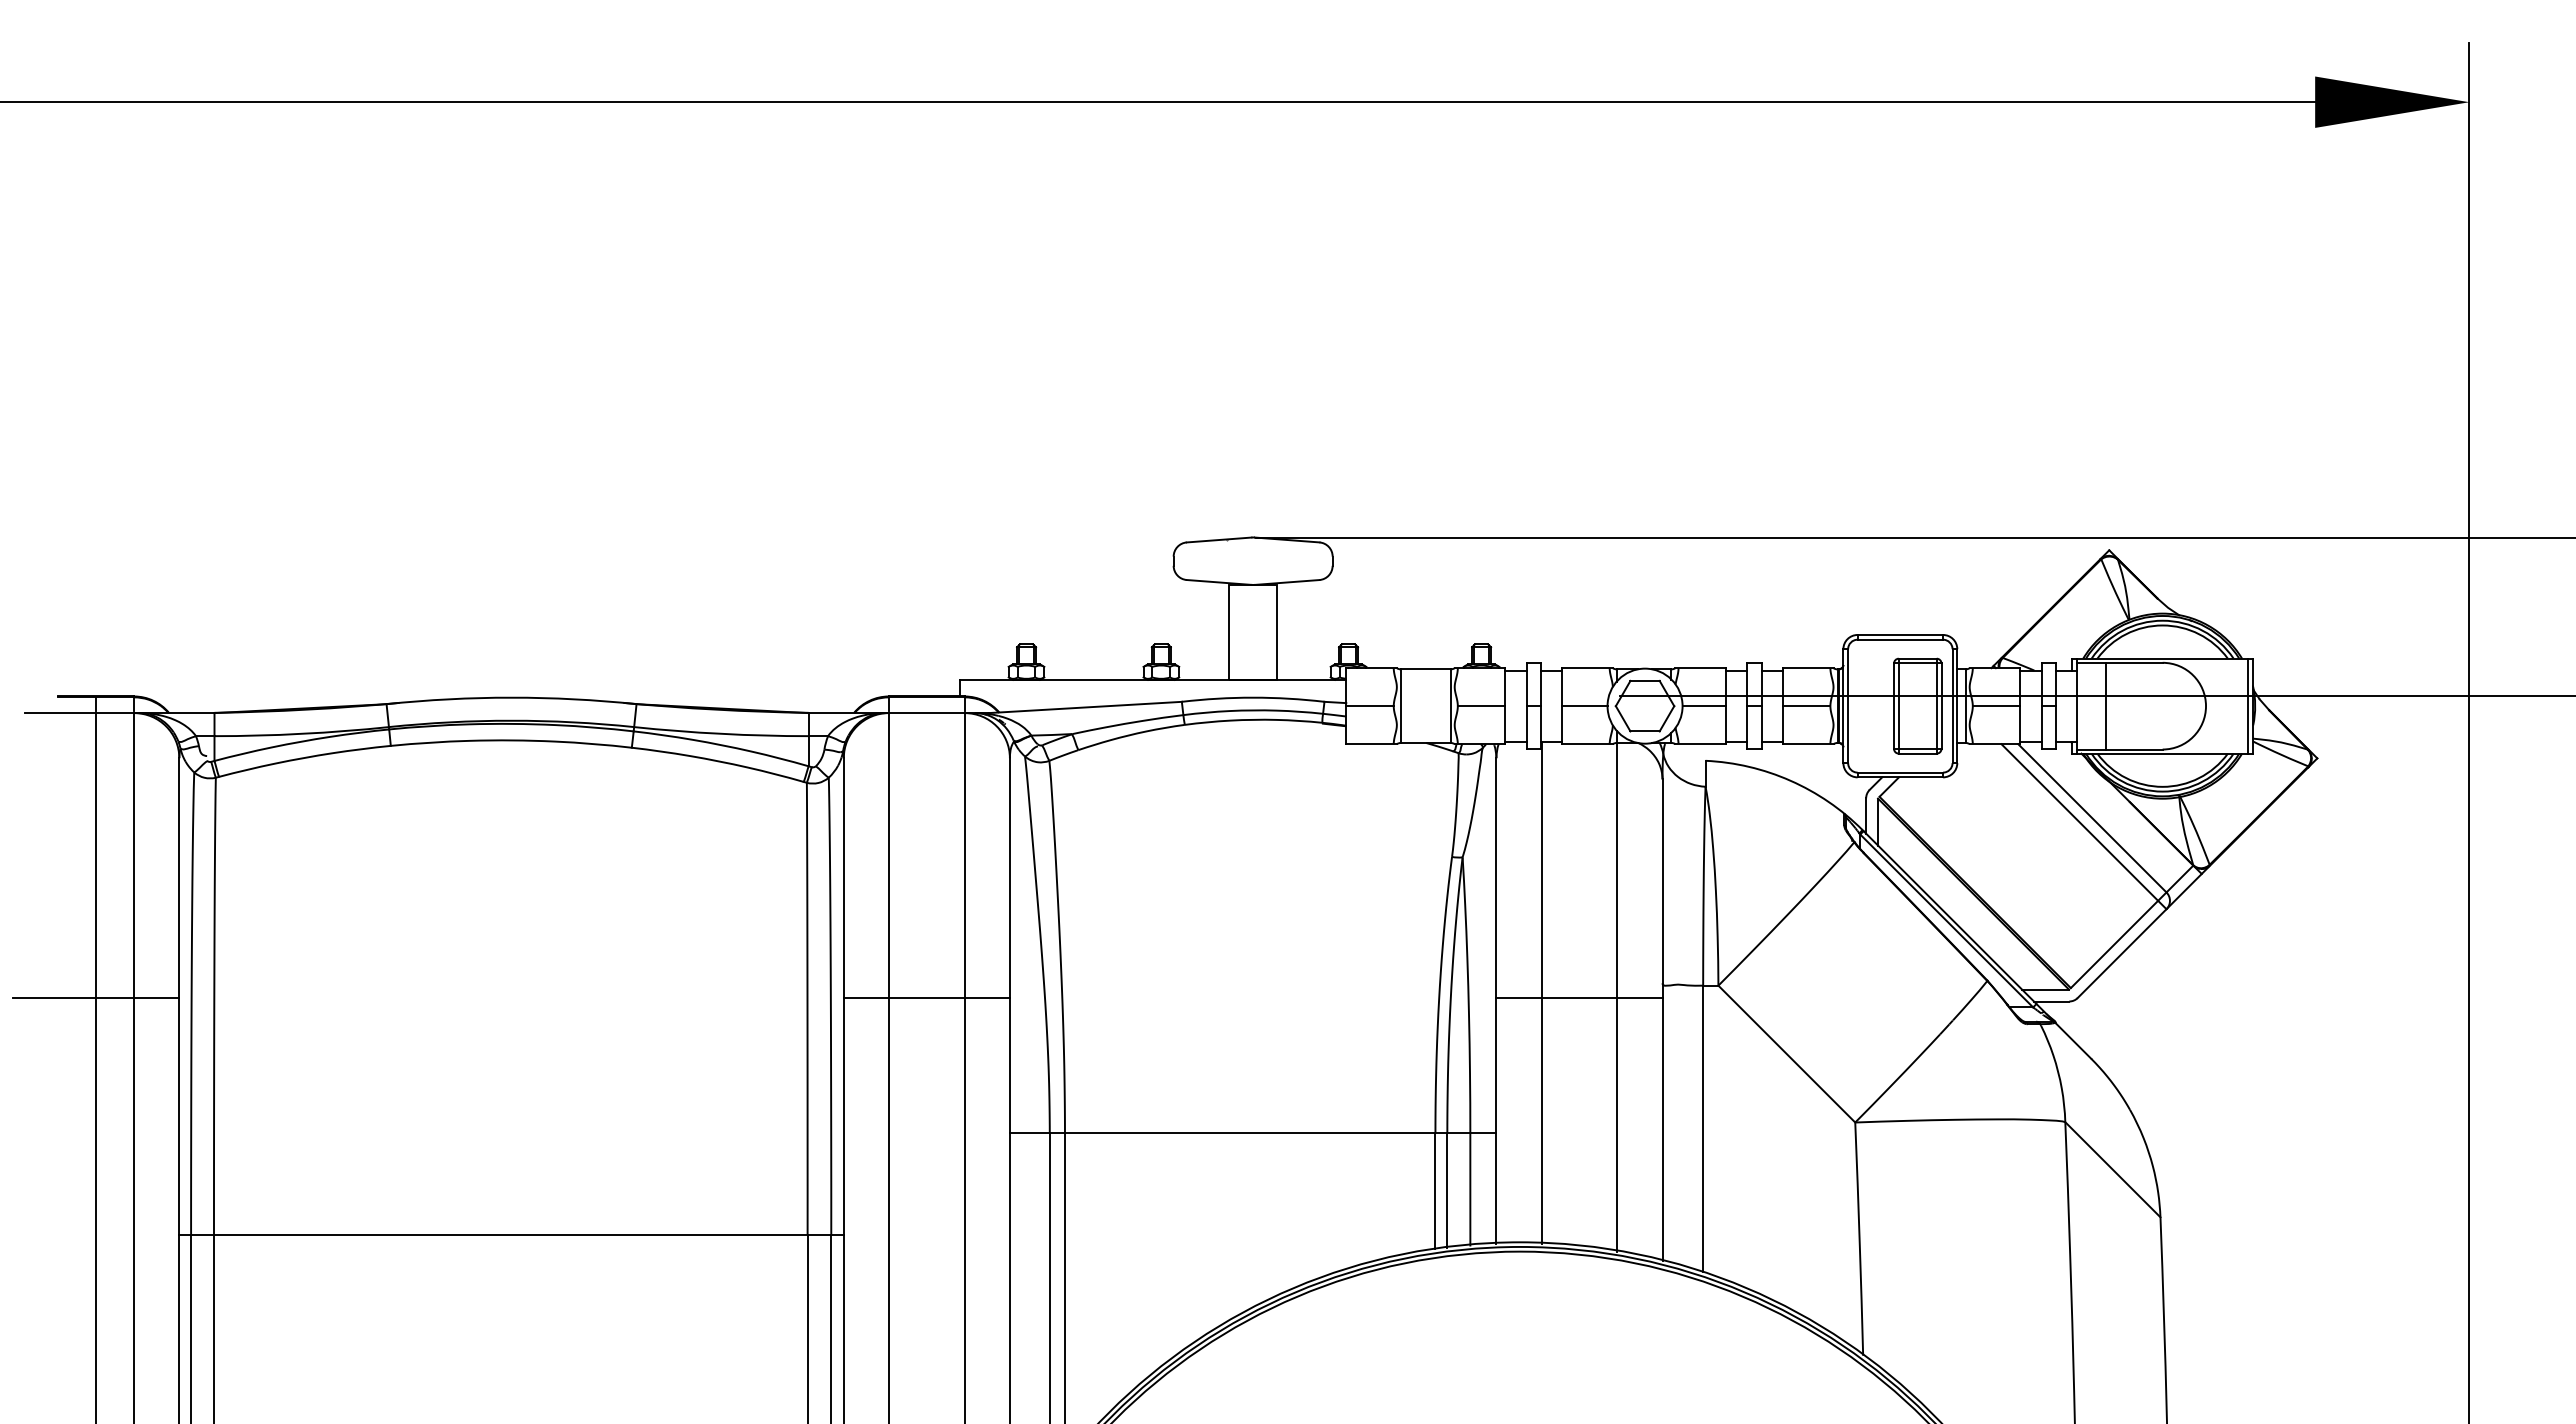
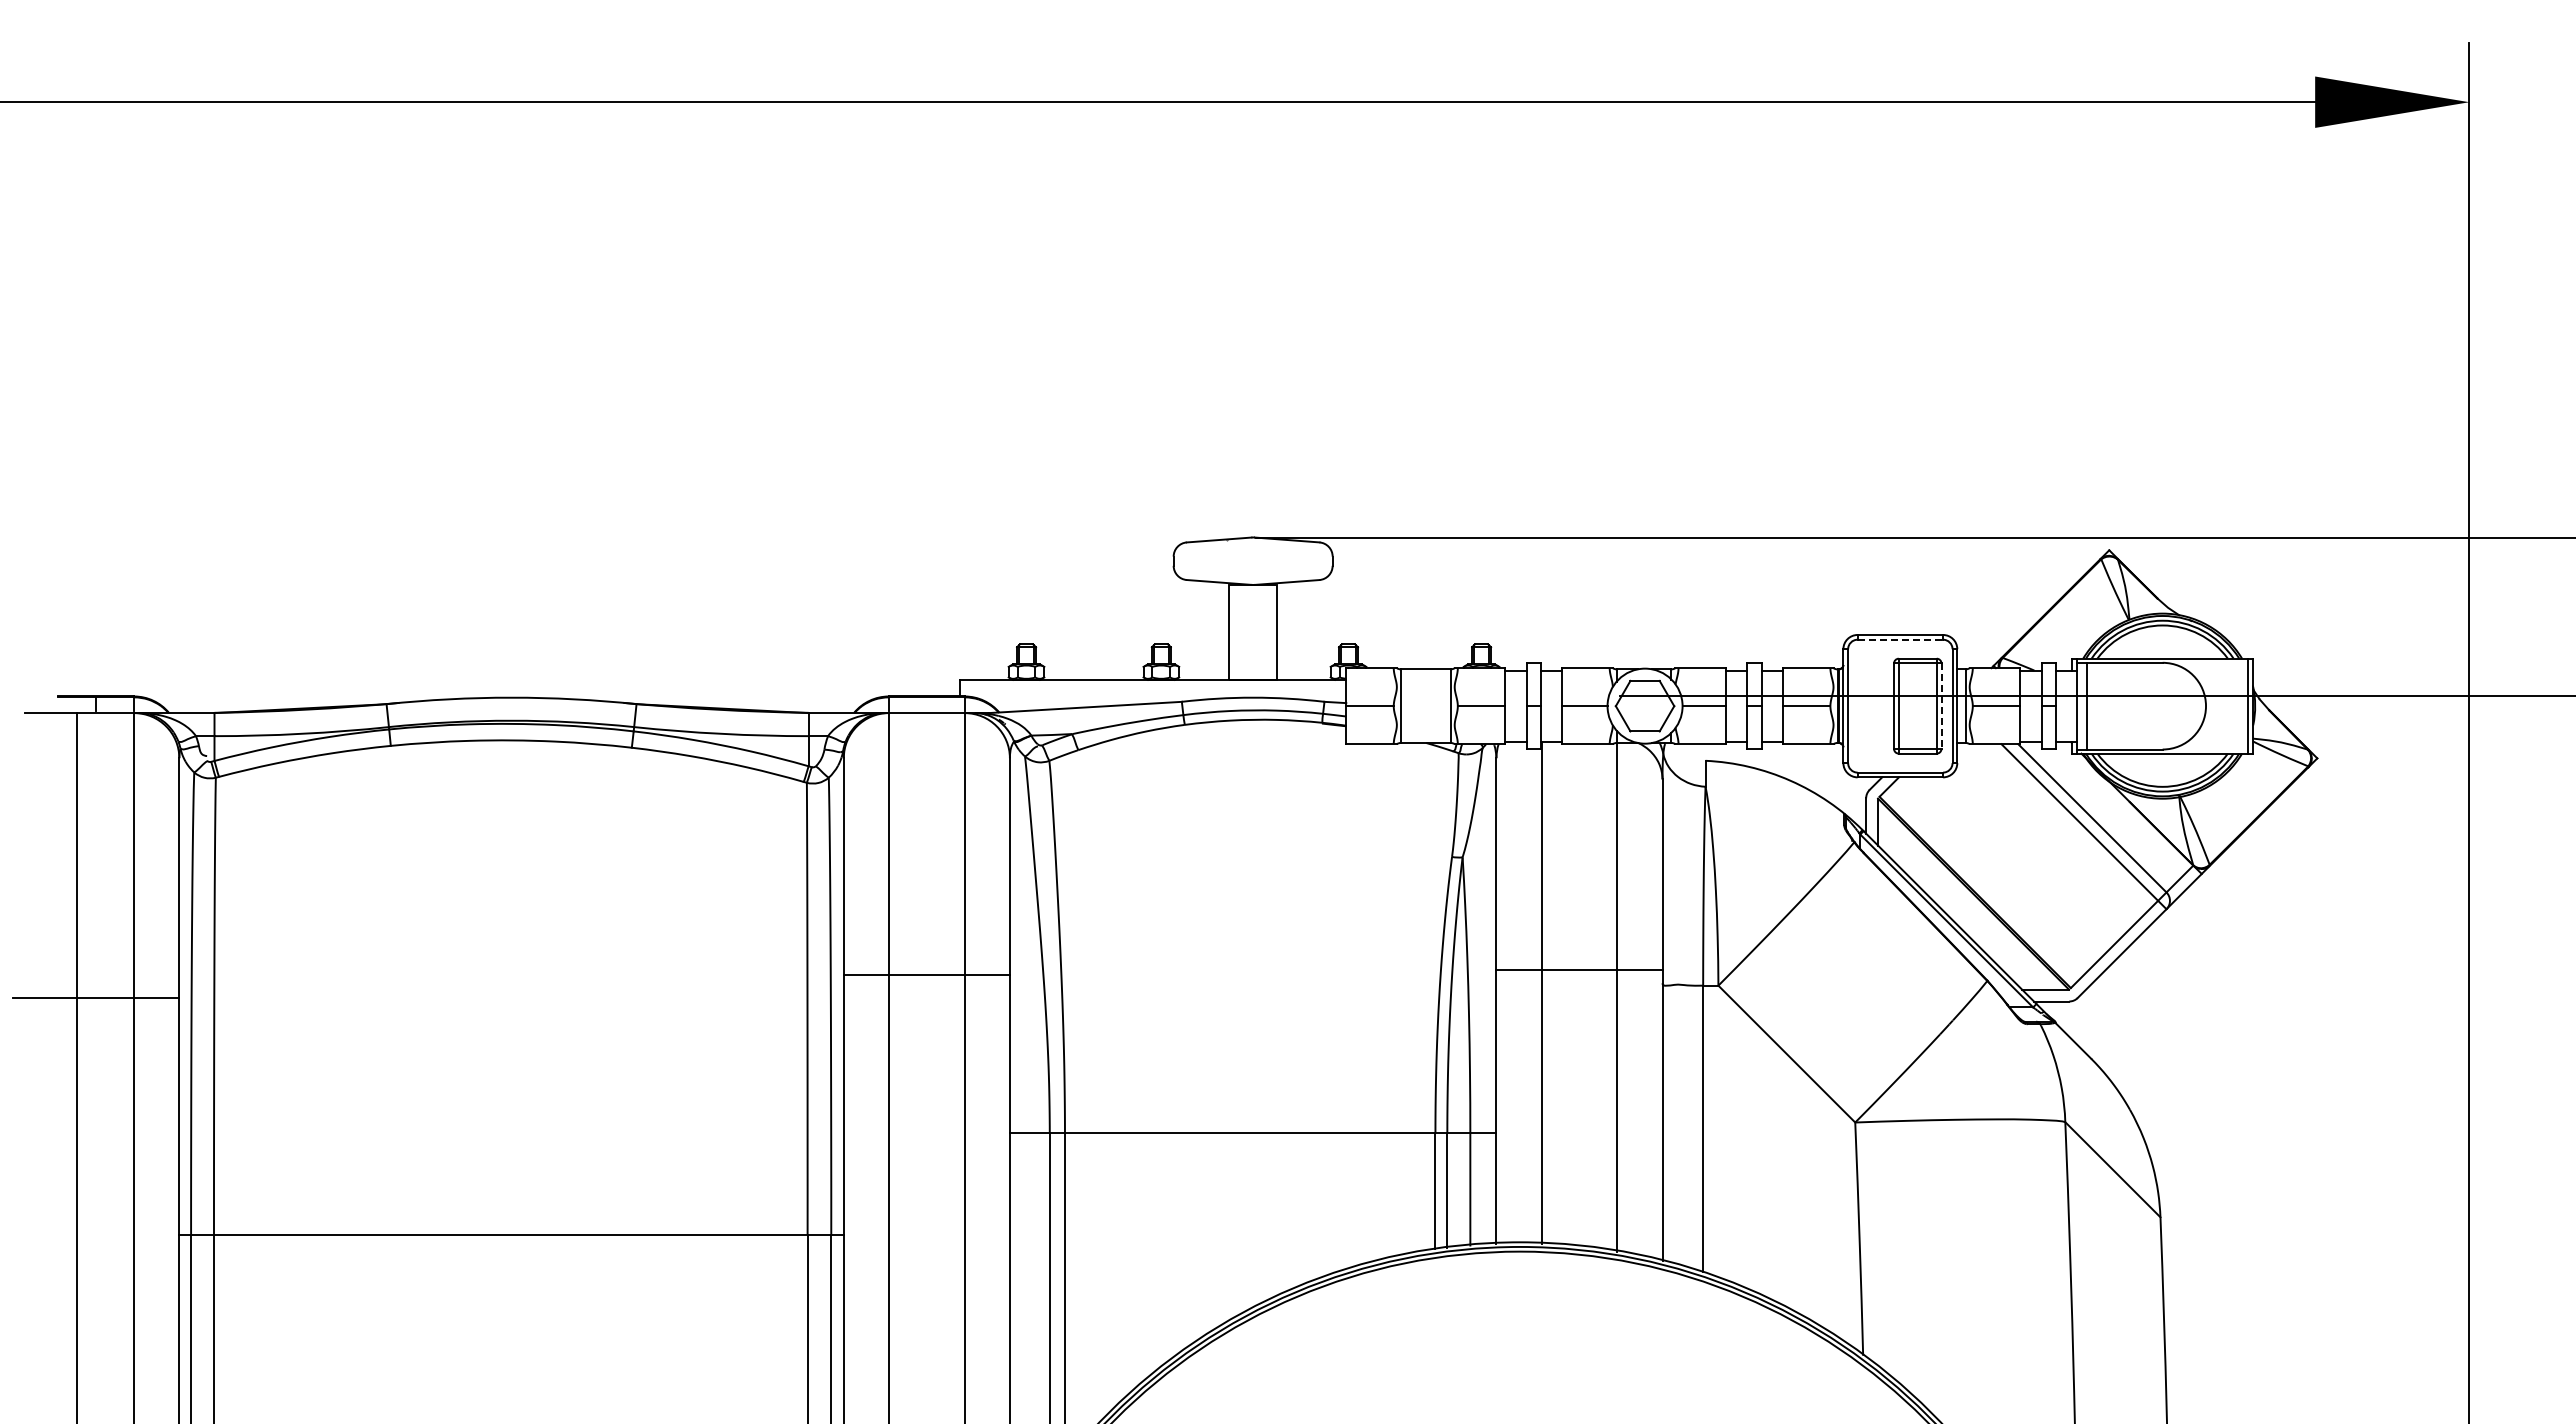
line at (1900, 639): solid -> dashed
line at (2105, 705) position: (2105, 705) -> (2086, 705)
line at (1941, 706): solid -> dashed
line at (926, 997) position: (926, 997) -> (926, 974)
line at (1579, 997) position: (1579, 997) -> (1579, 969)
line at (96, 1066) position: (96, 1066) -> (77, 1066)
